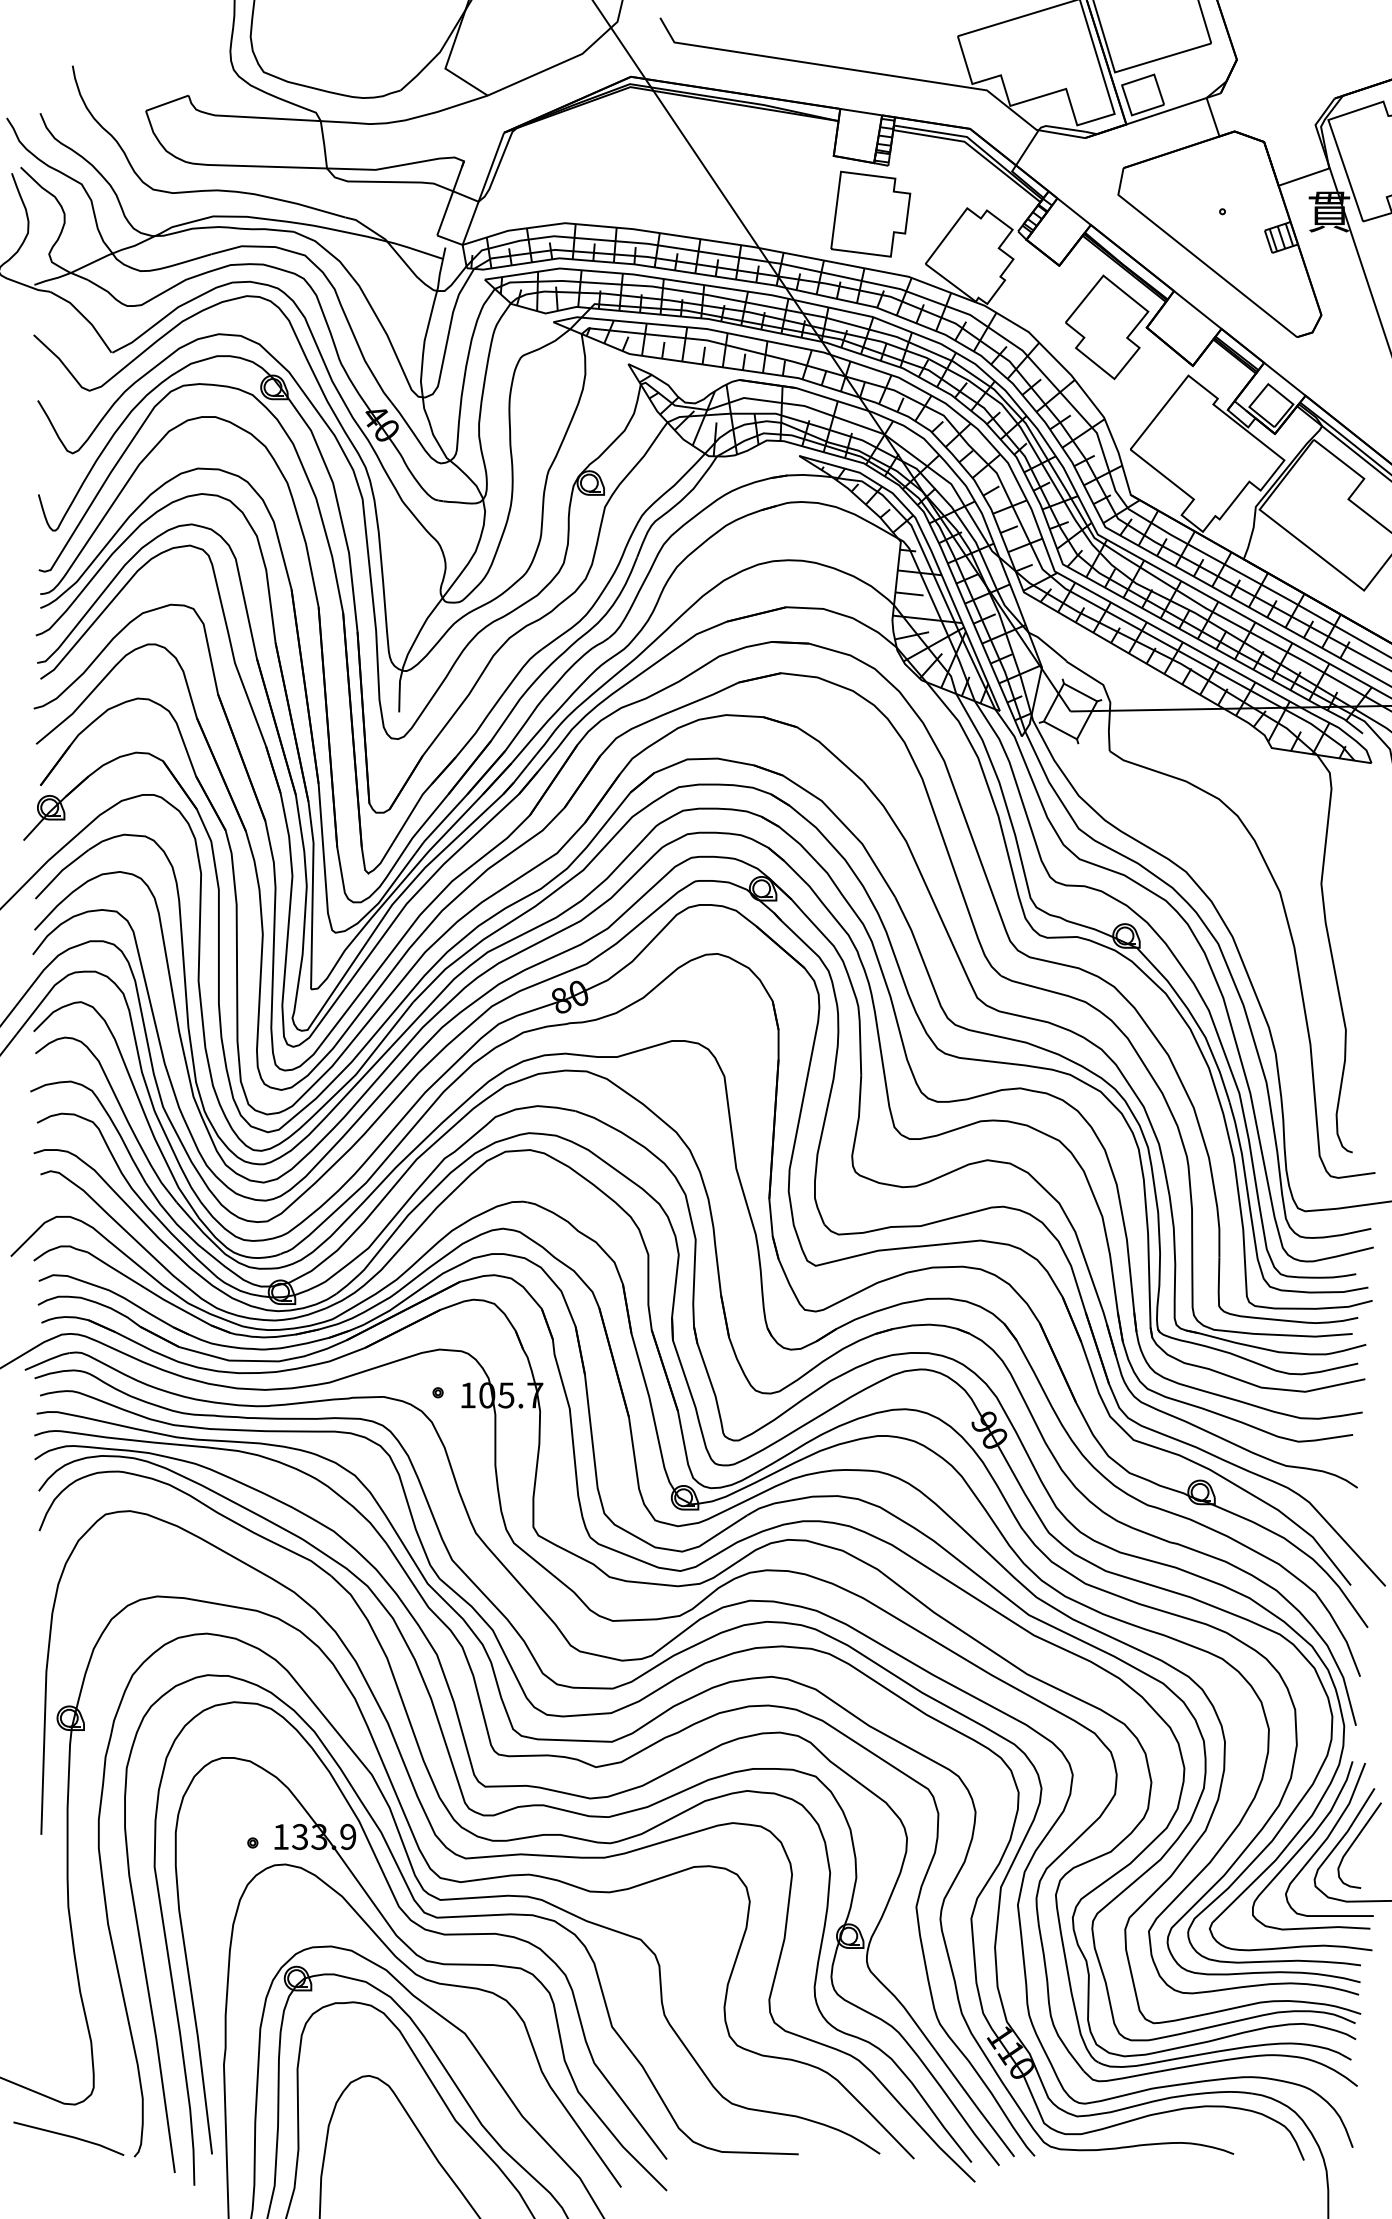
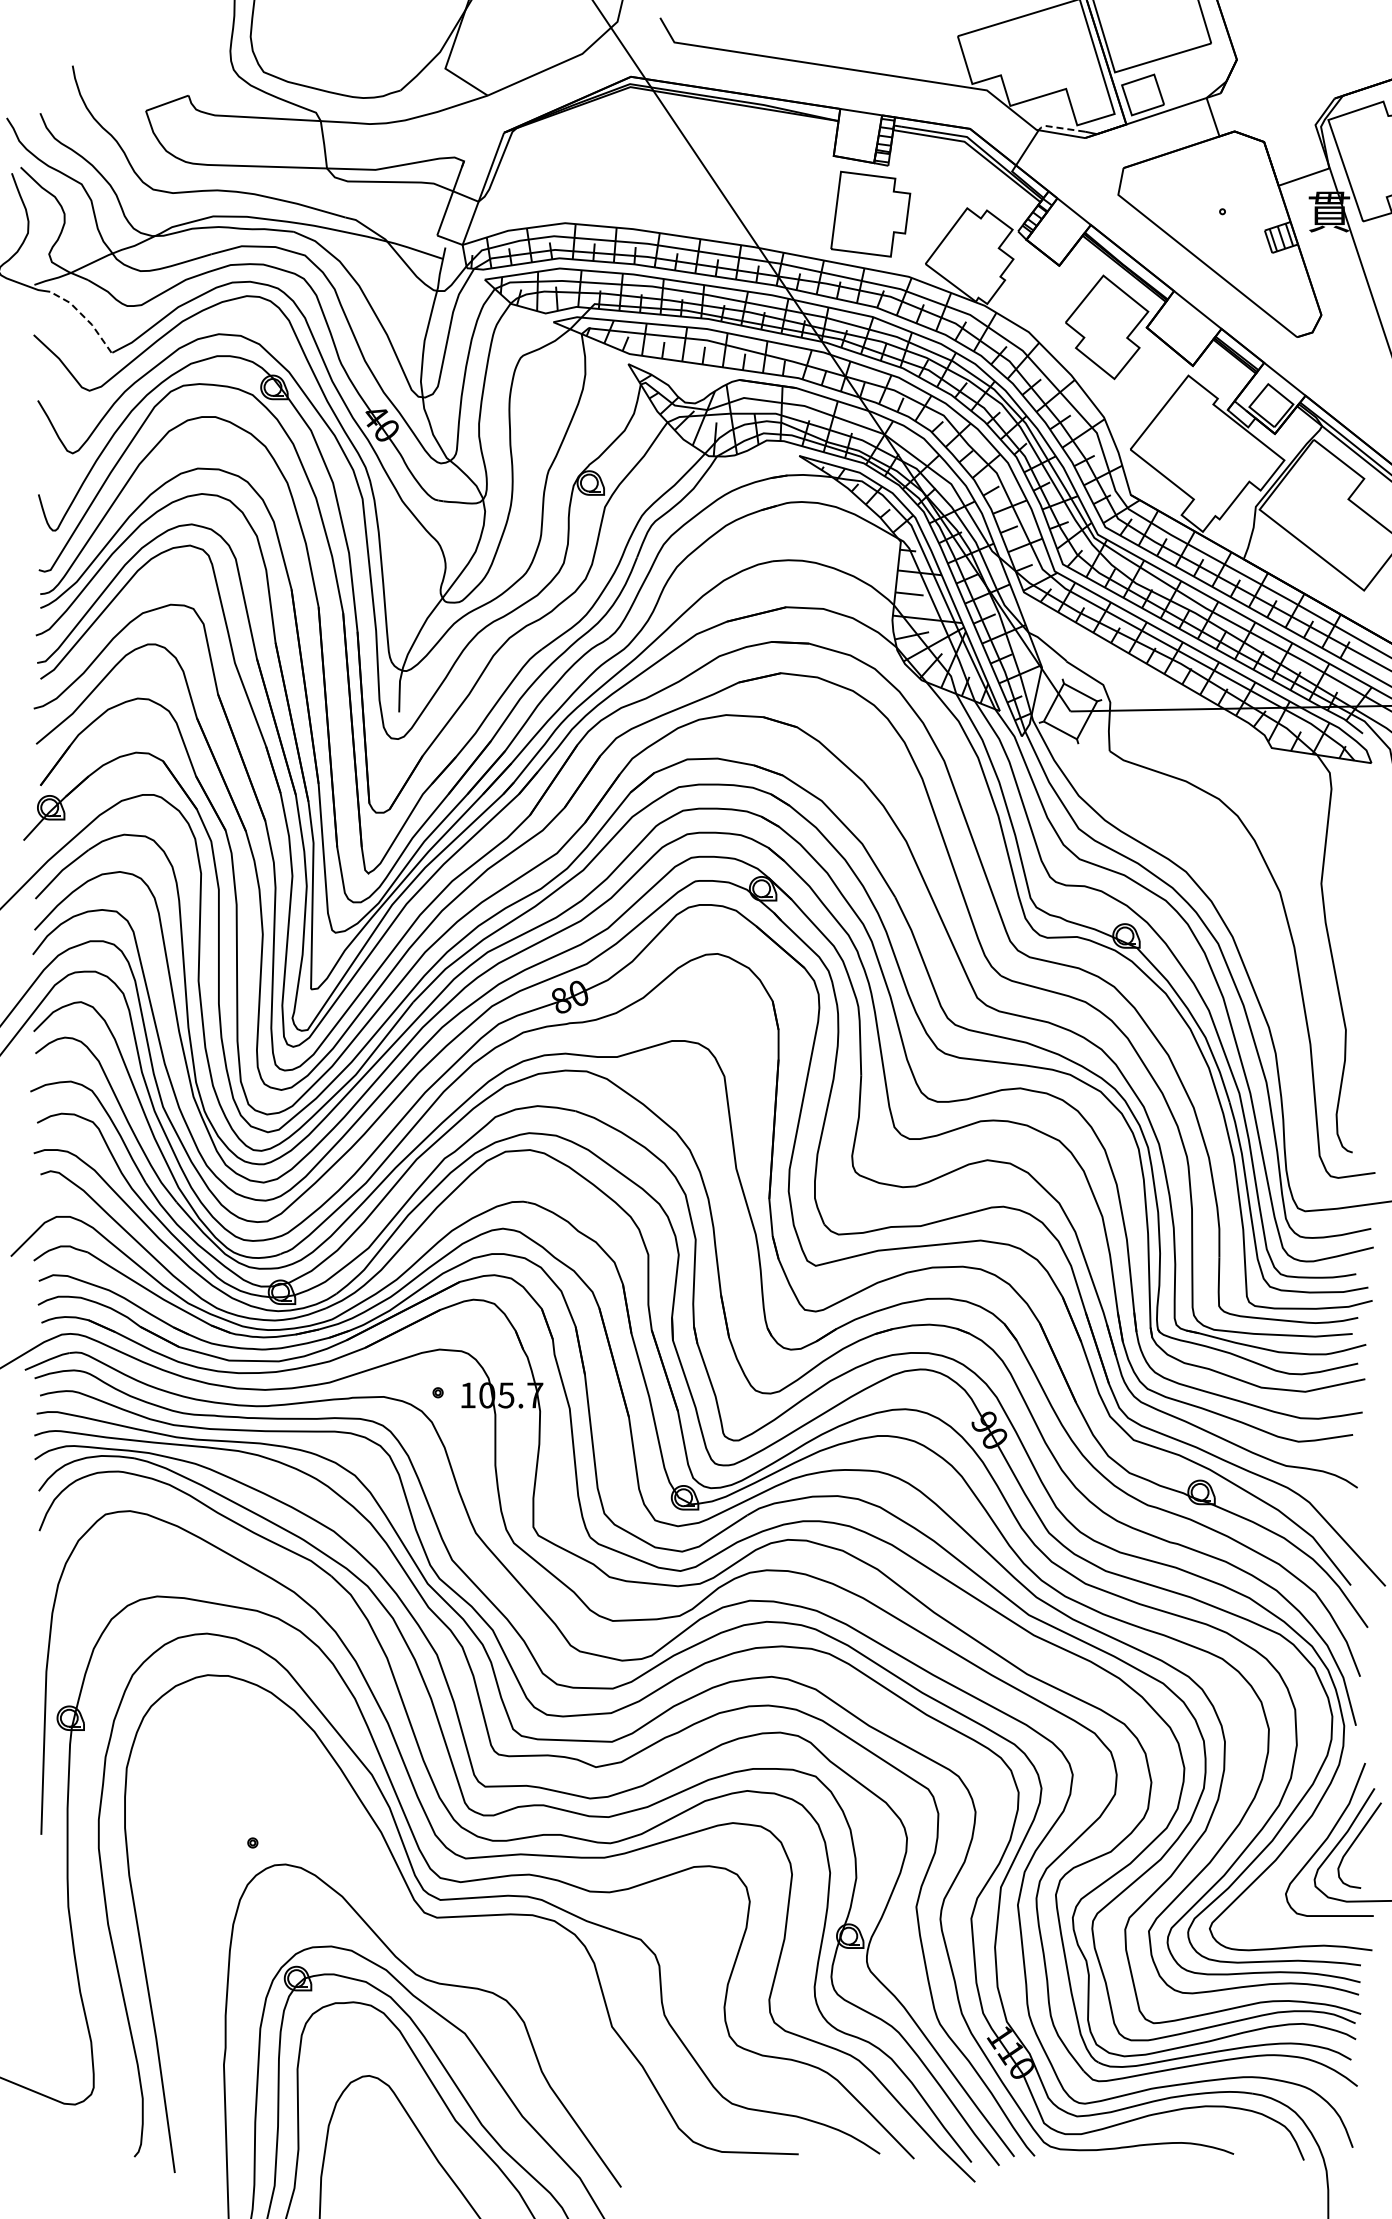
line at (1059, 128): solid -> dashed
line at (85, 317): solid -> dashed
curve at (1308, 1841): present -> none
part at (410, 1946): present -> none
line at (69, 2137): present -> none
